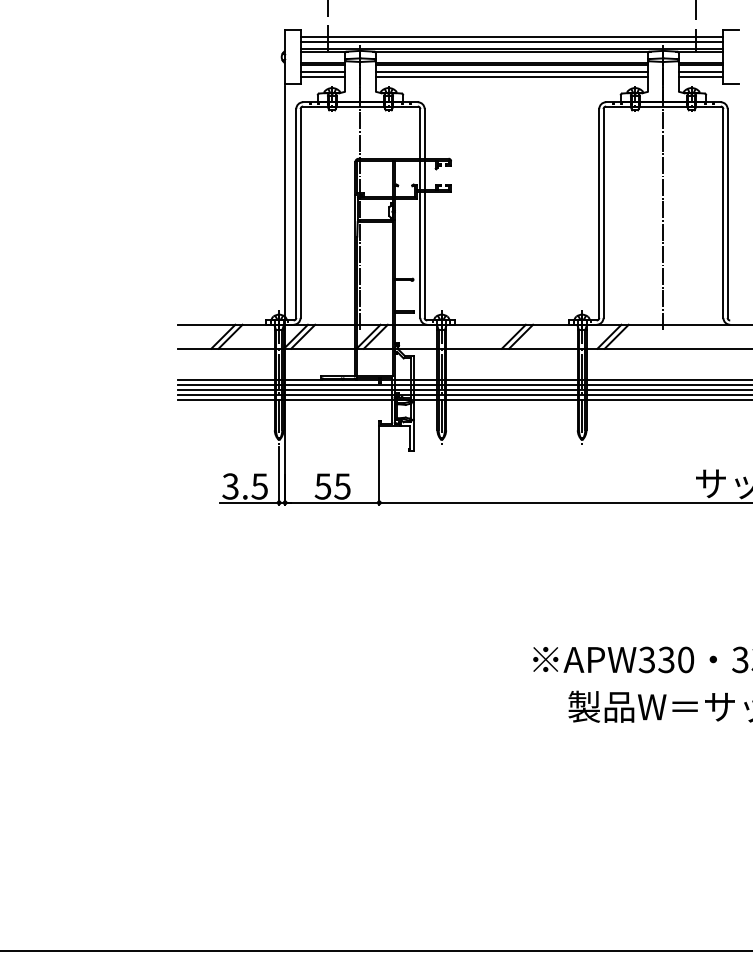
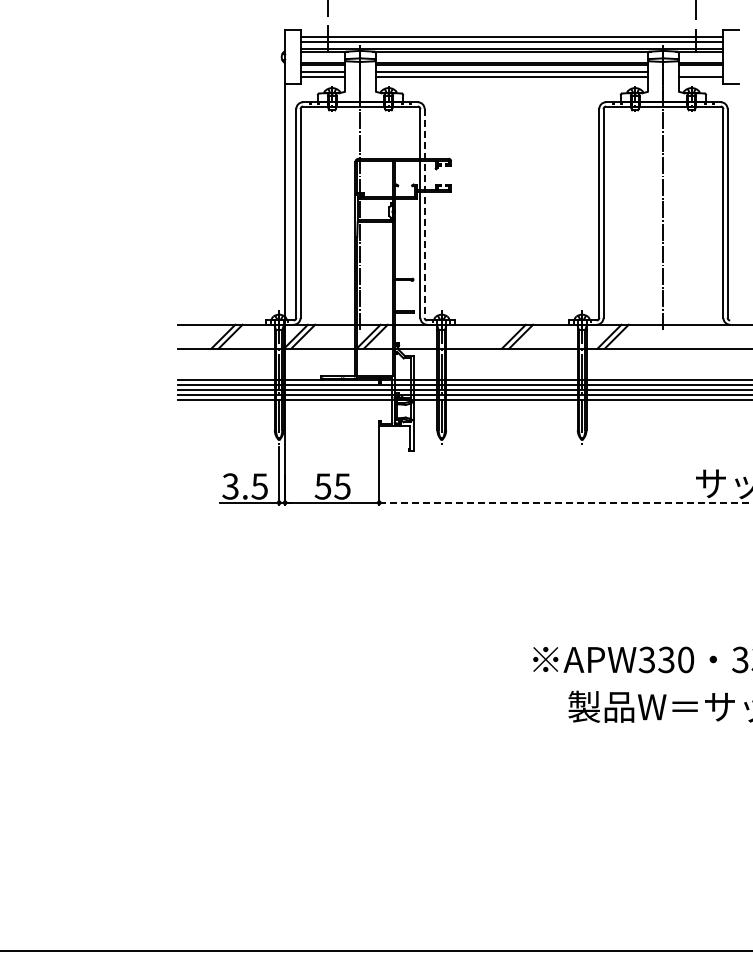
line at (700, 71): present -> none
line at (424, 214): solid -> dashed
line at (566, 502): solid -> dashed
